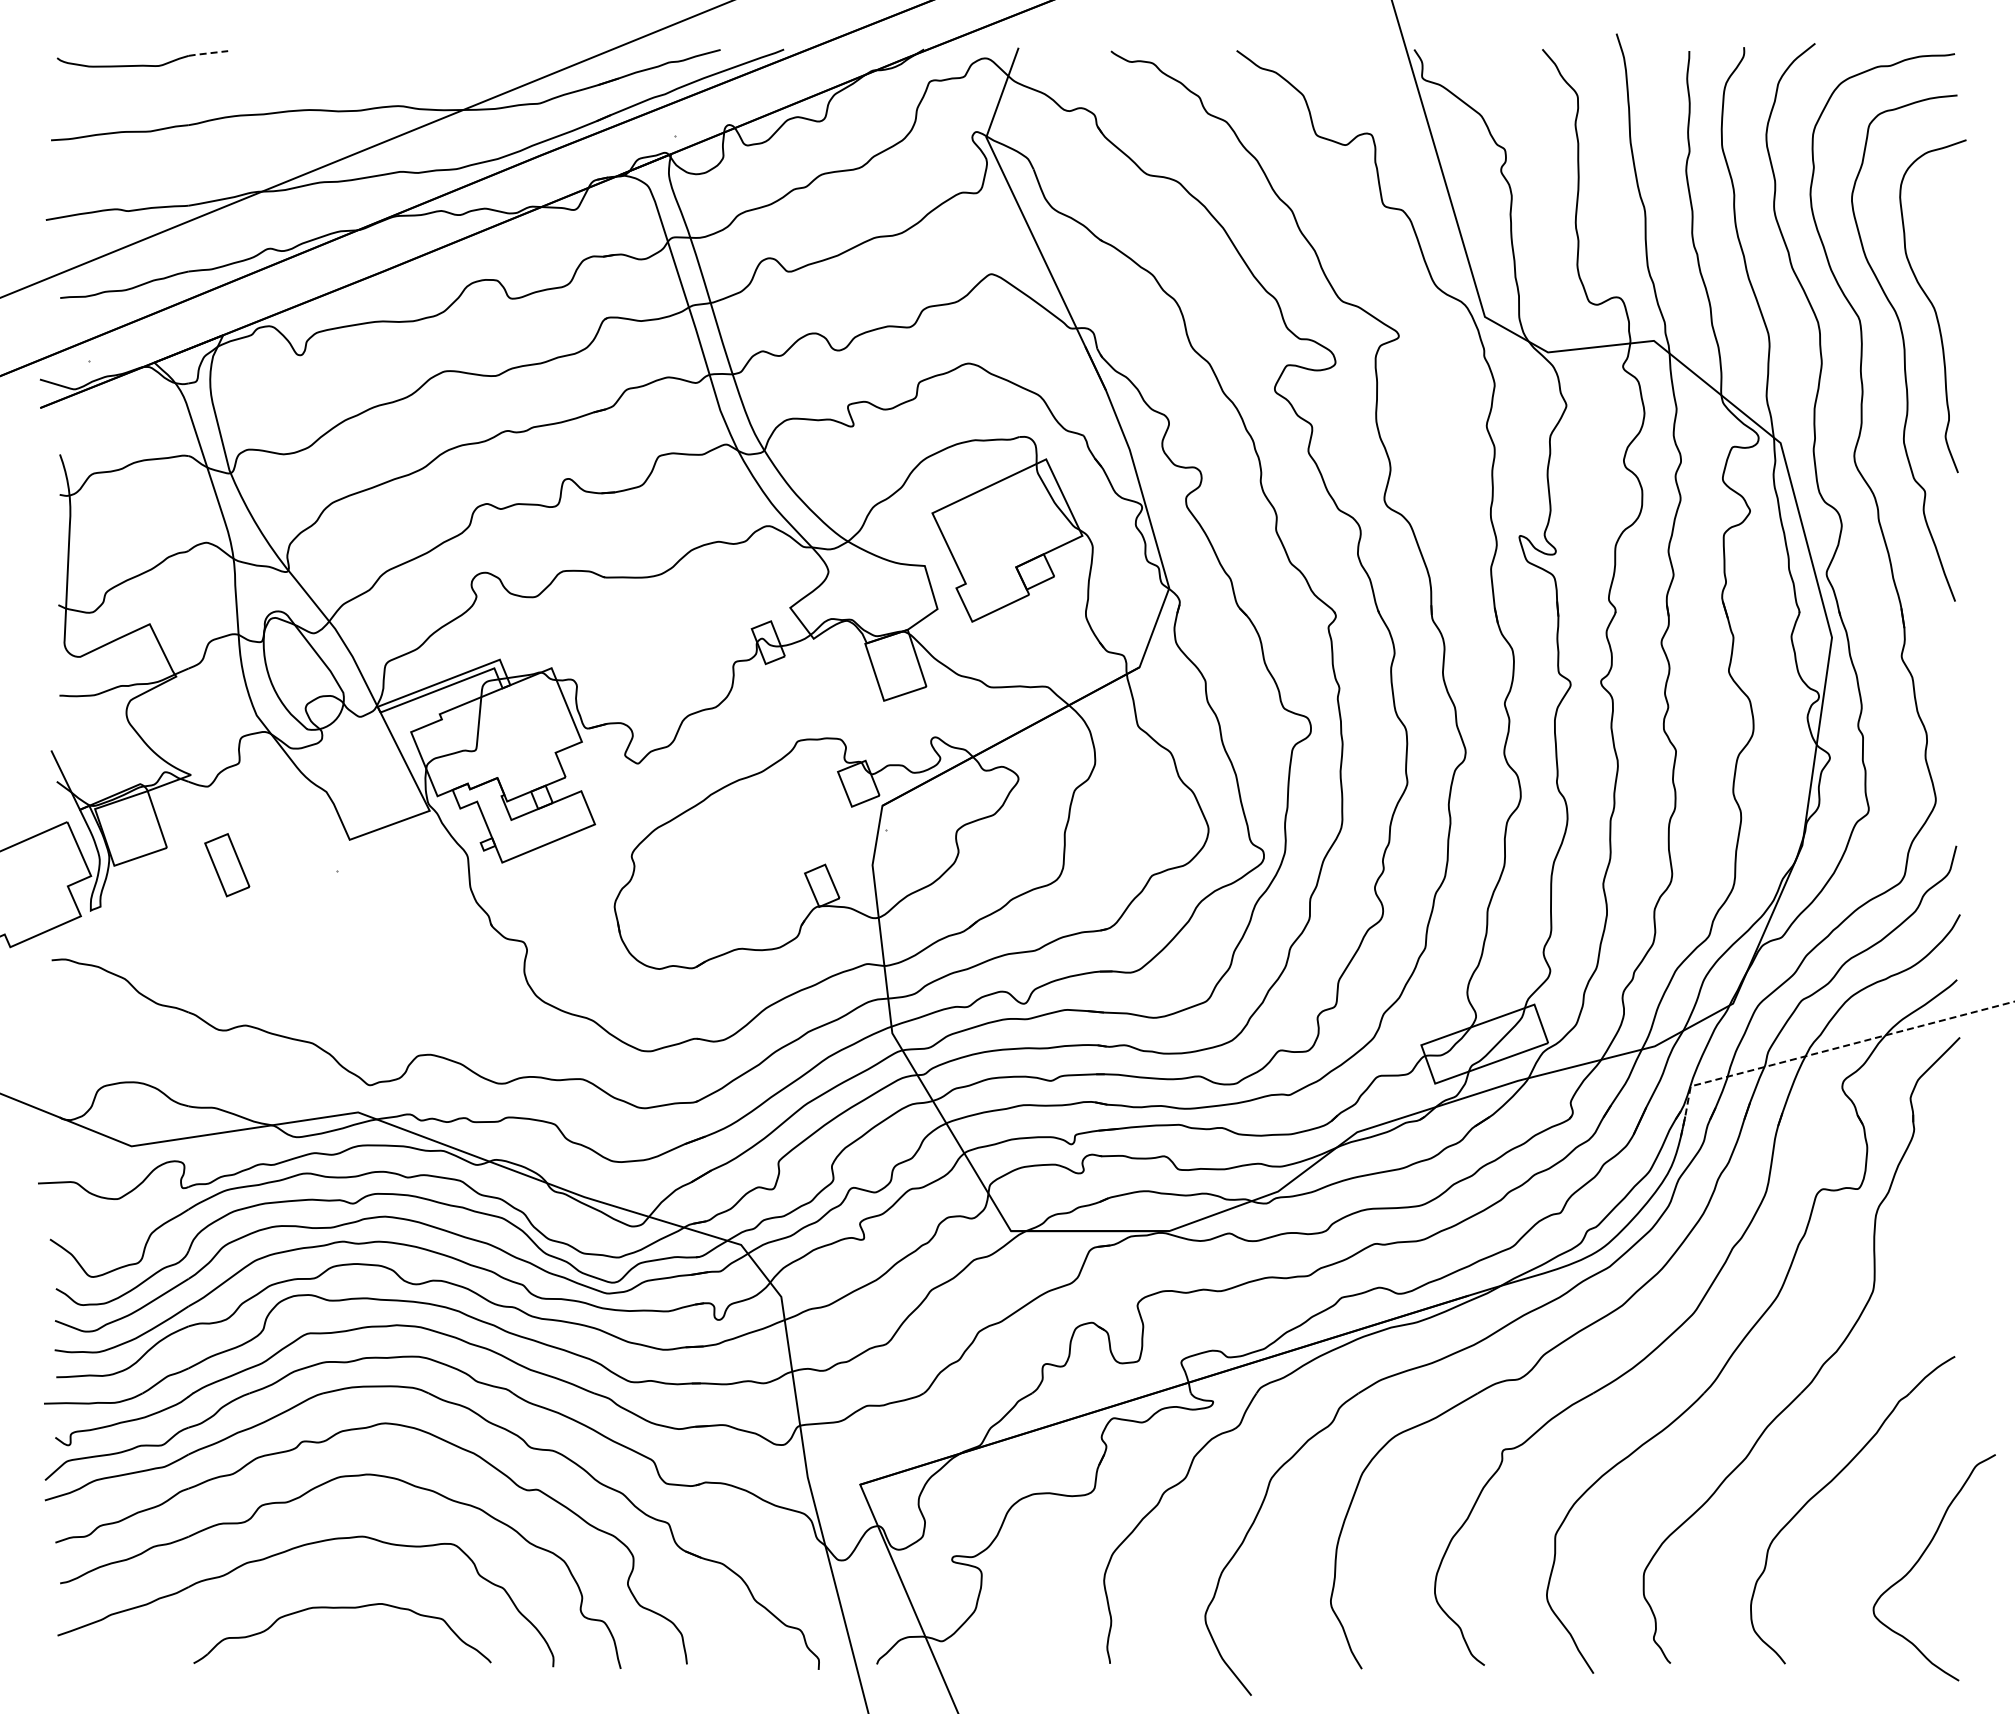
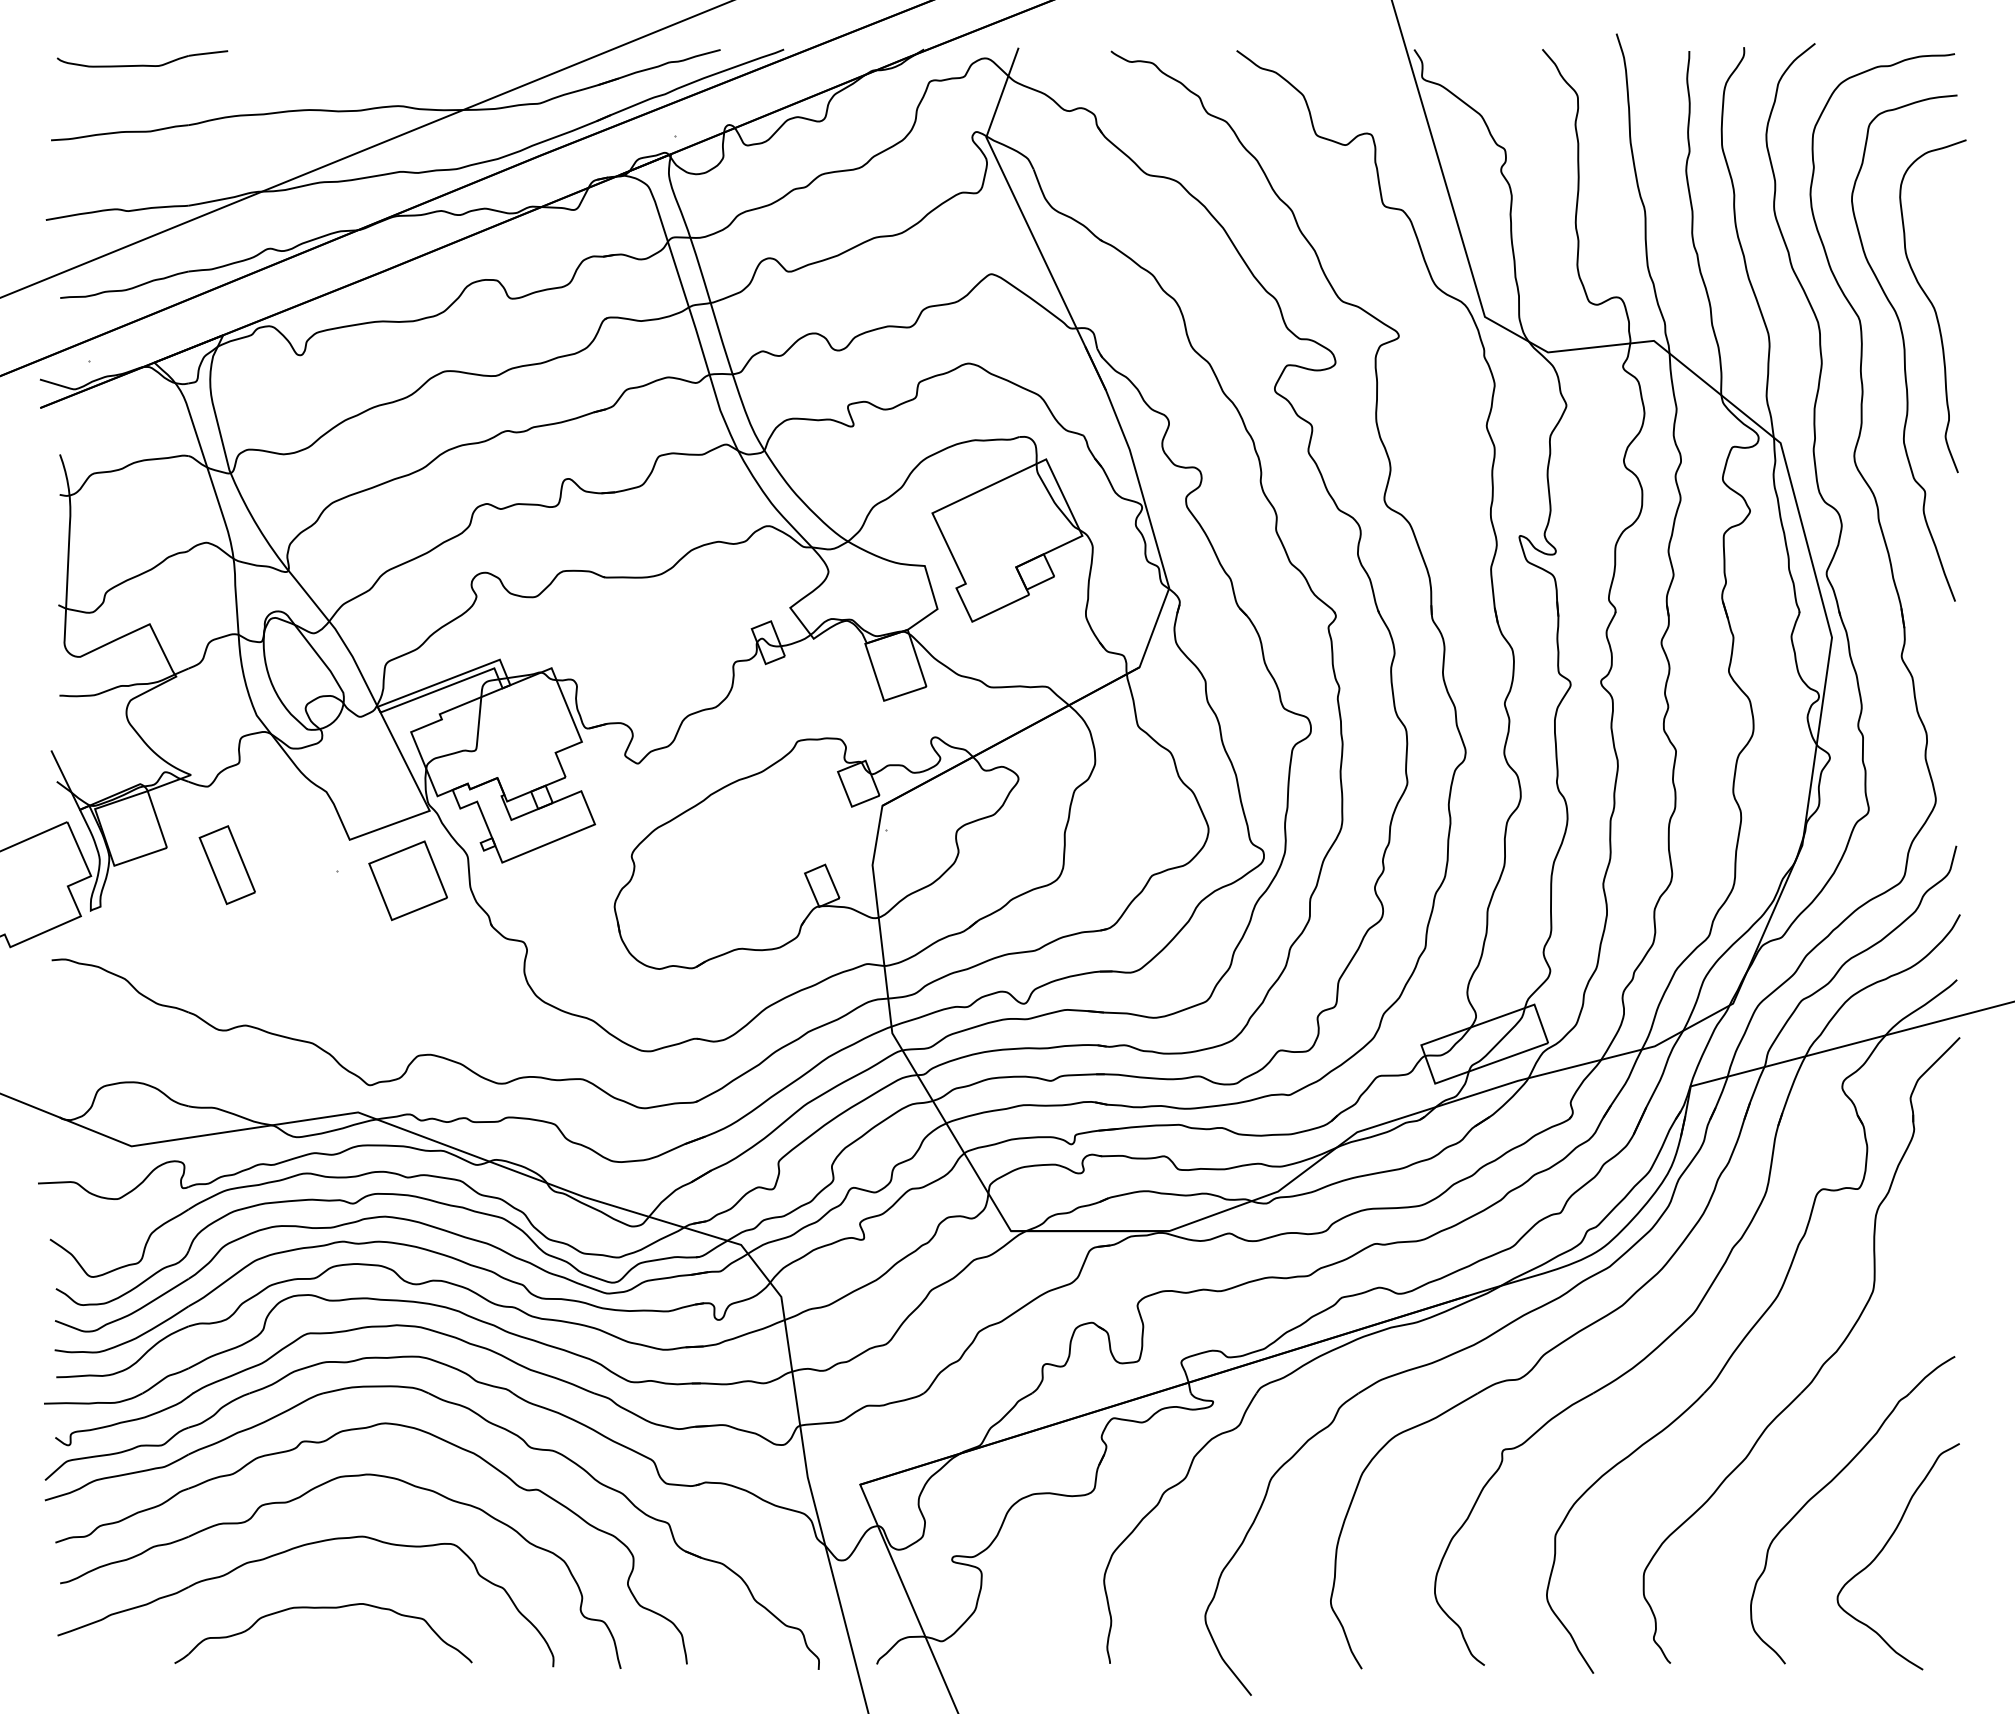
line at (207, 53): dashed -> solid
part at (227, 865) size: 47x65 px -> 58x81 px
part at (407, 880): none -> present
line at (1827, 1050): dashed -> solid
curve at (1920, 1559) position: (1920, 1559) -> (1884, 1548)
part at (342, 1608) position: (342, 1608) -> (323, 1608)
